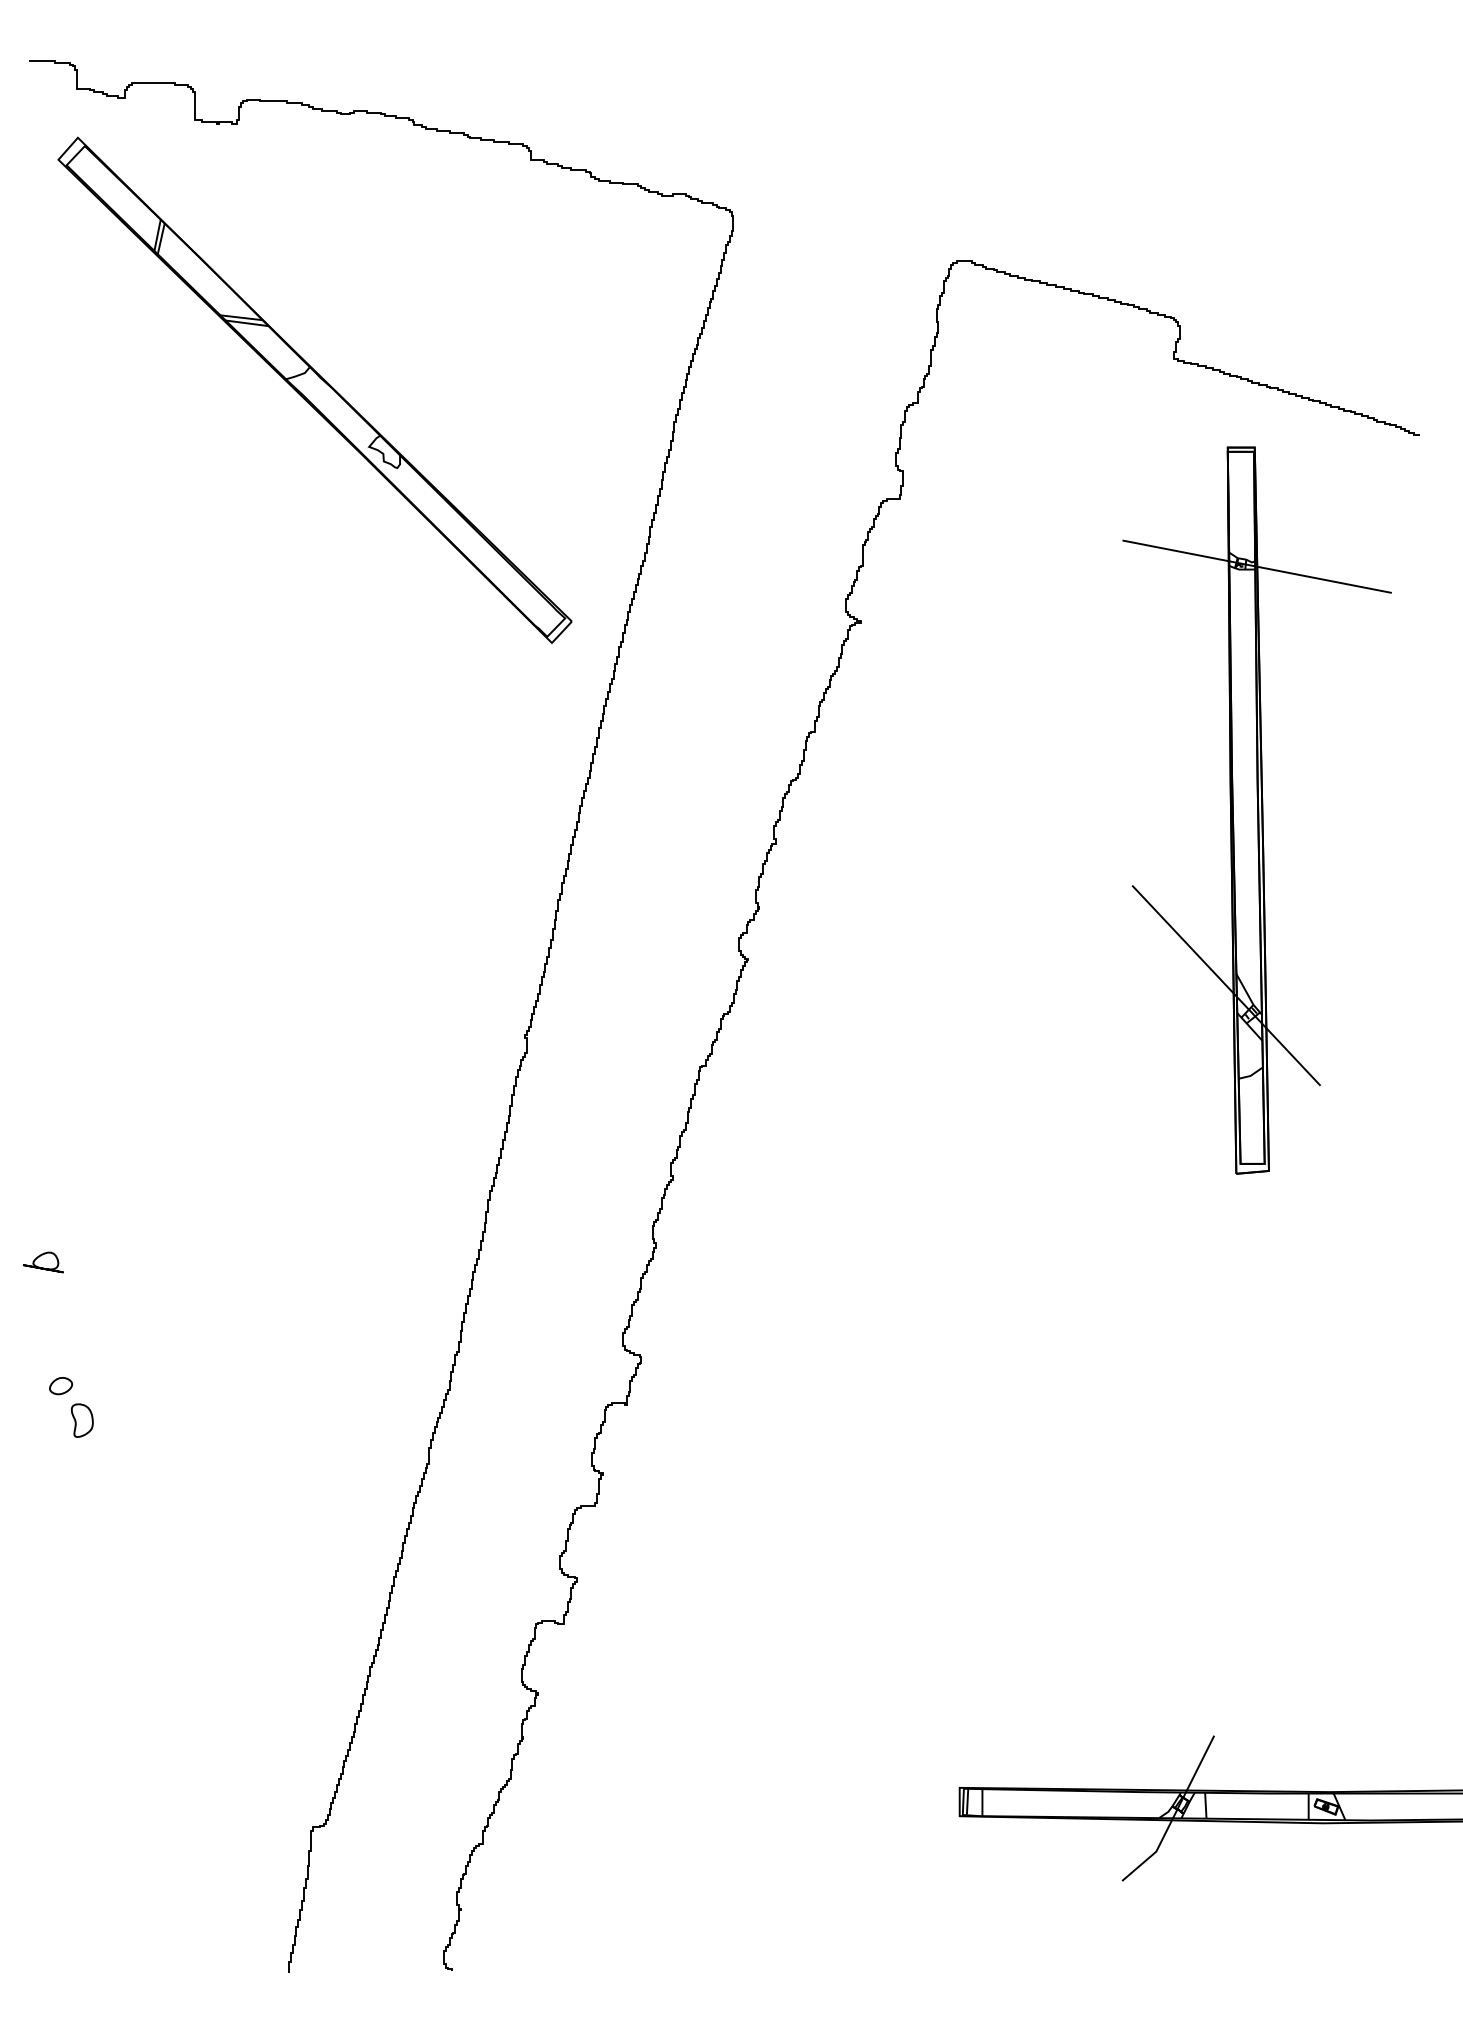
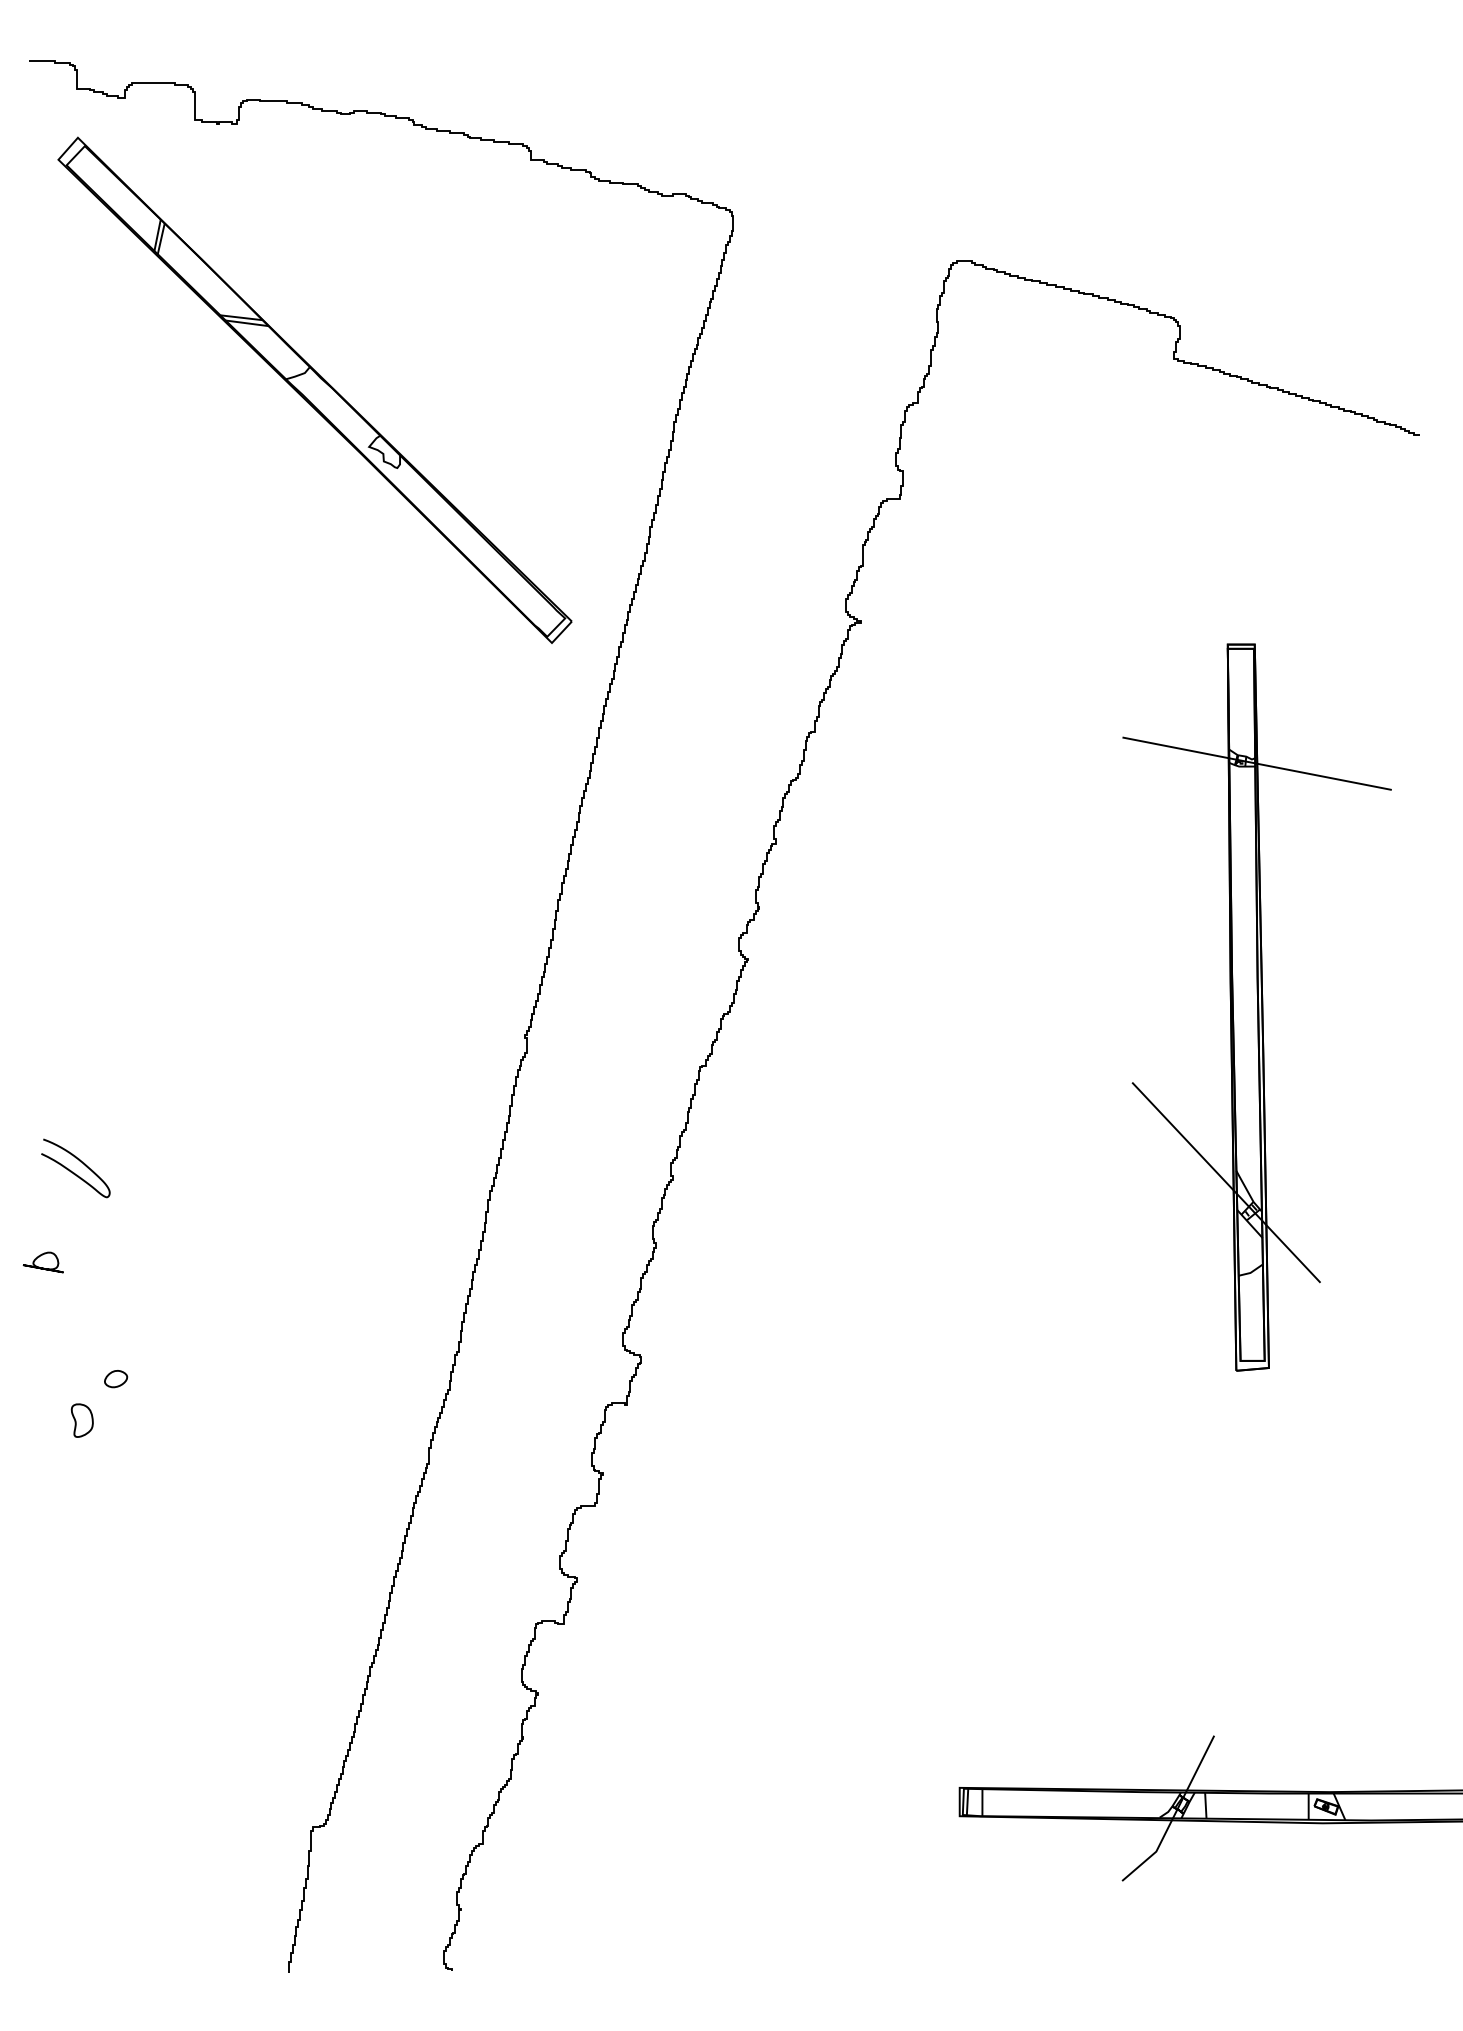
part at (1256, 810) position: (1256, 810) -> (1256, 1007)
curve at (74, 1172): none -> present
part at (61, 1386) position: (61, 1386) -> (116, 1379)
